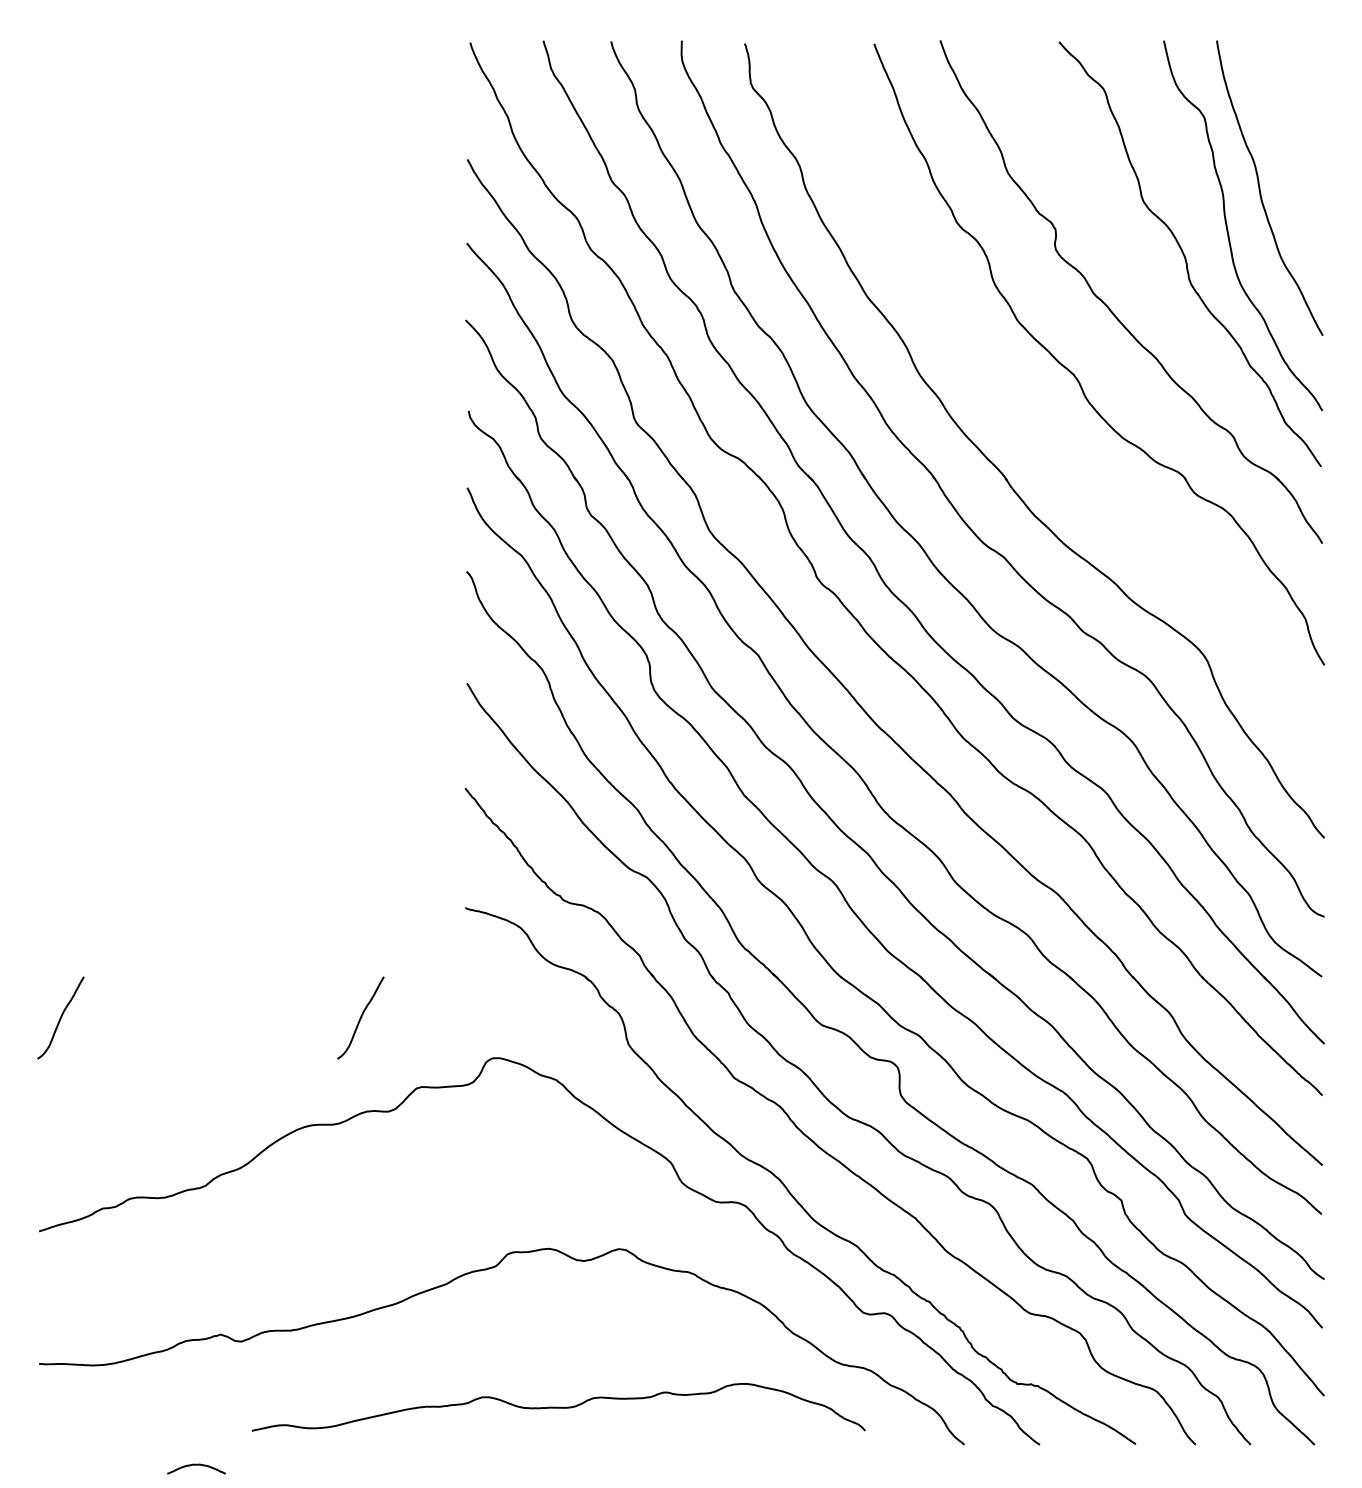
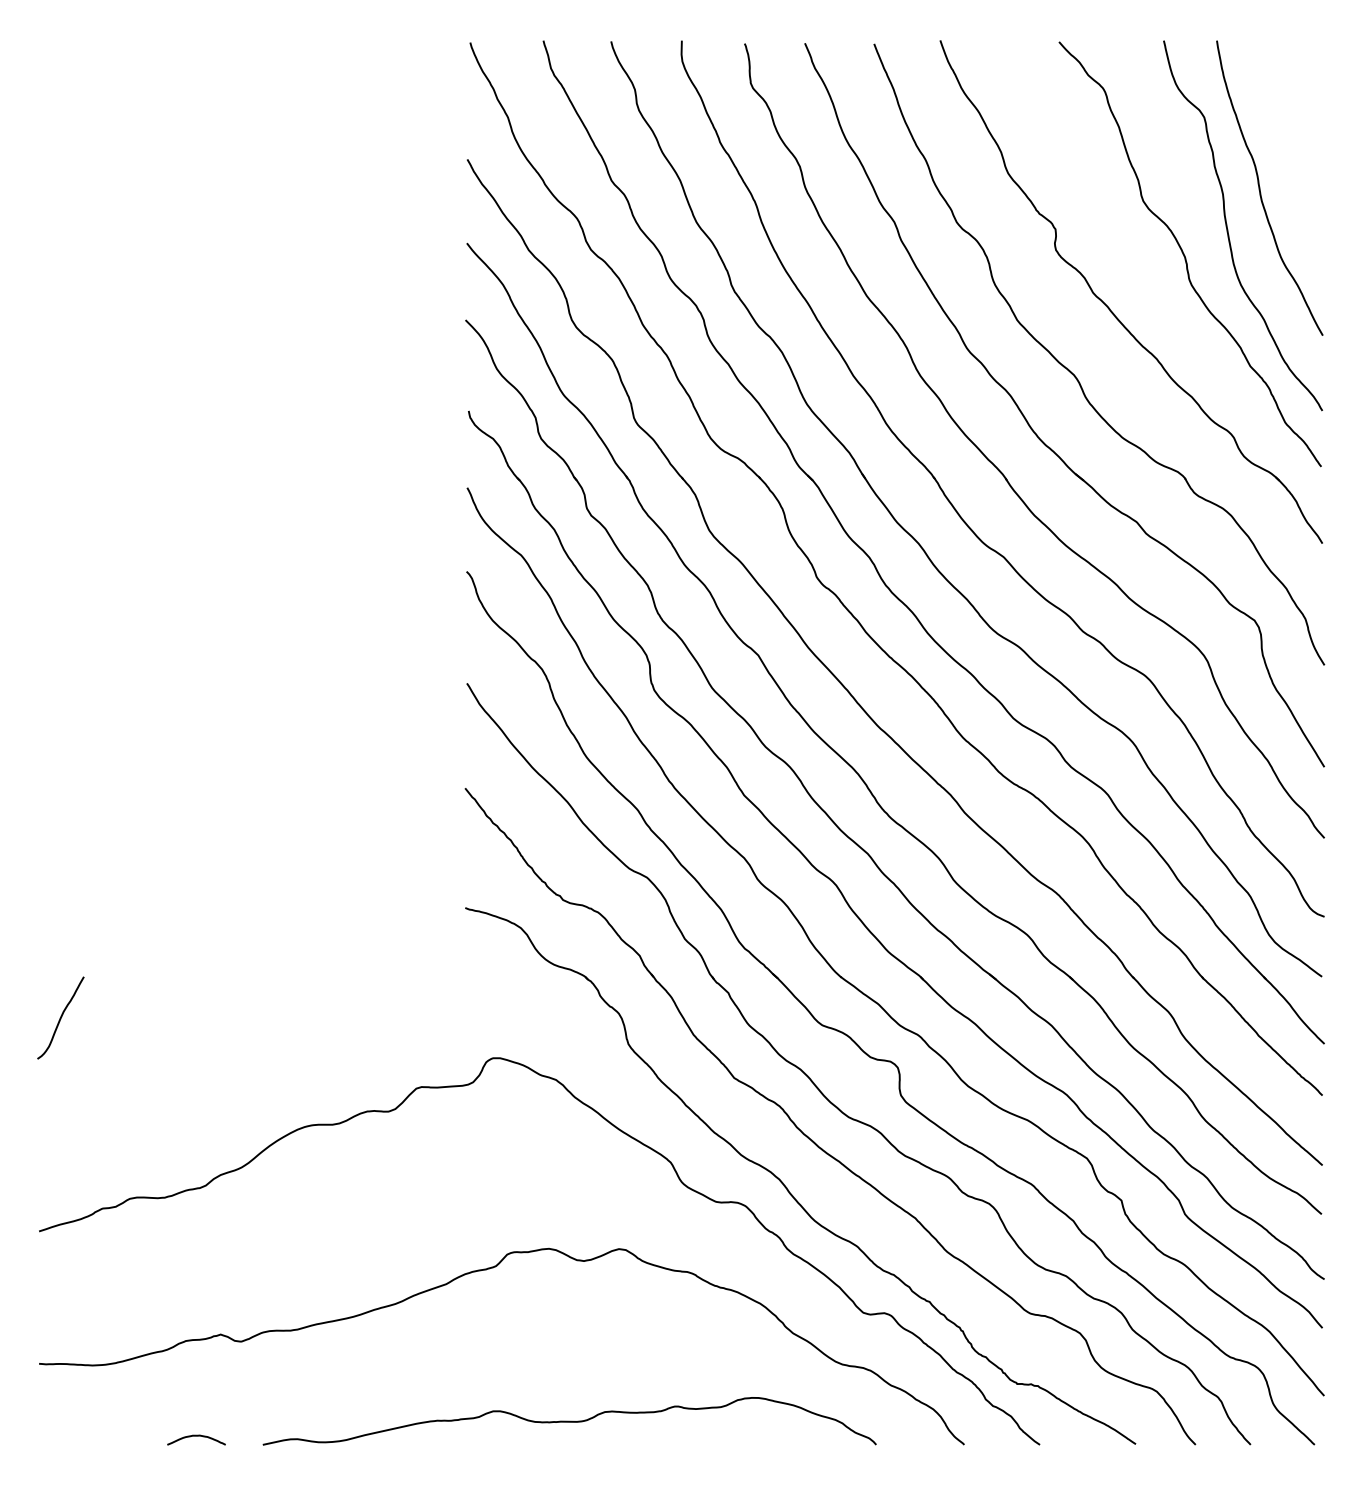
part at (1031, 426): none -> present
curve at (360, 1017): present -> none
curve at (558, 1407) position: (558, 1407) -> (569, 1421)
curve at (196, 1465) position: (196, 1465) -> (196, 1436)
